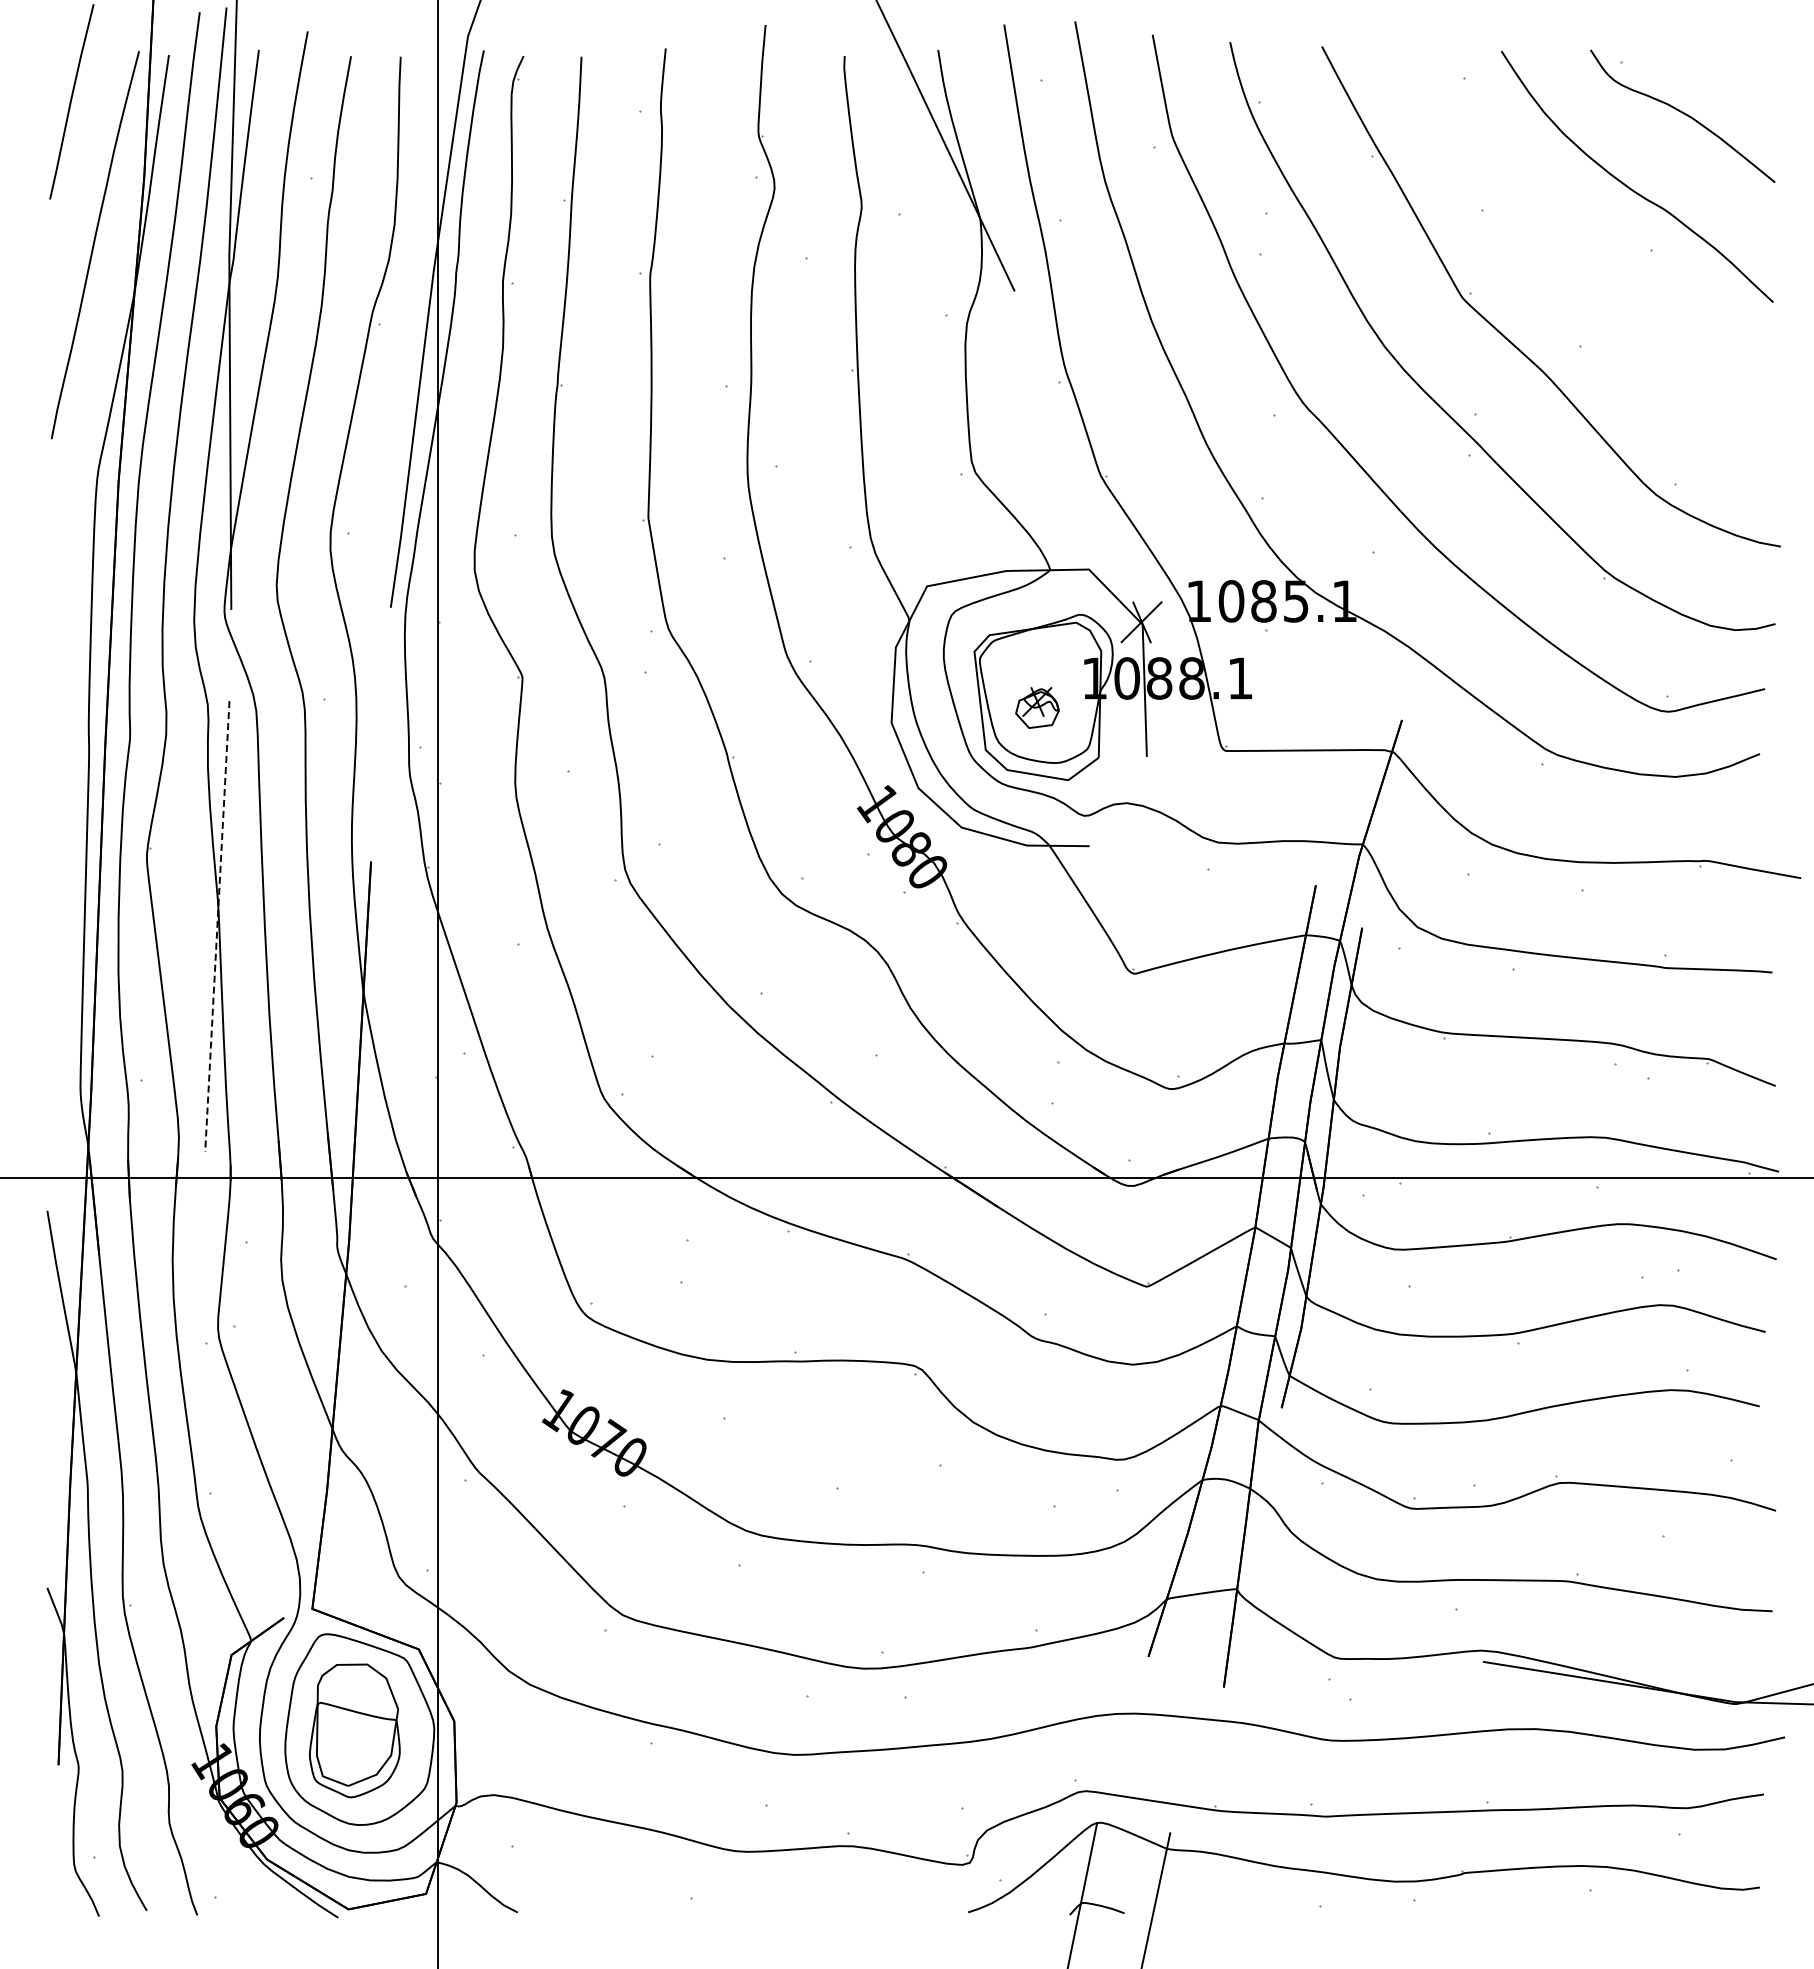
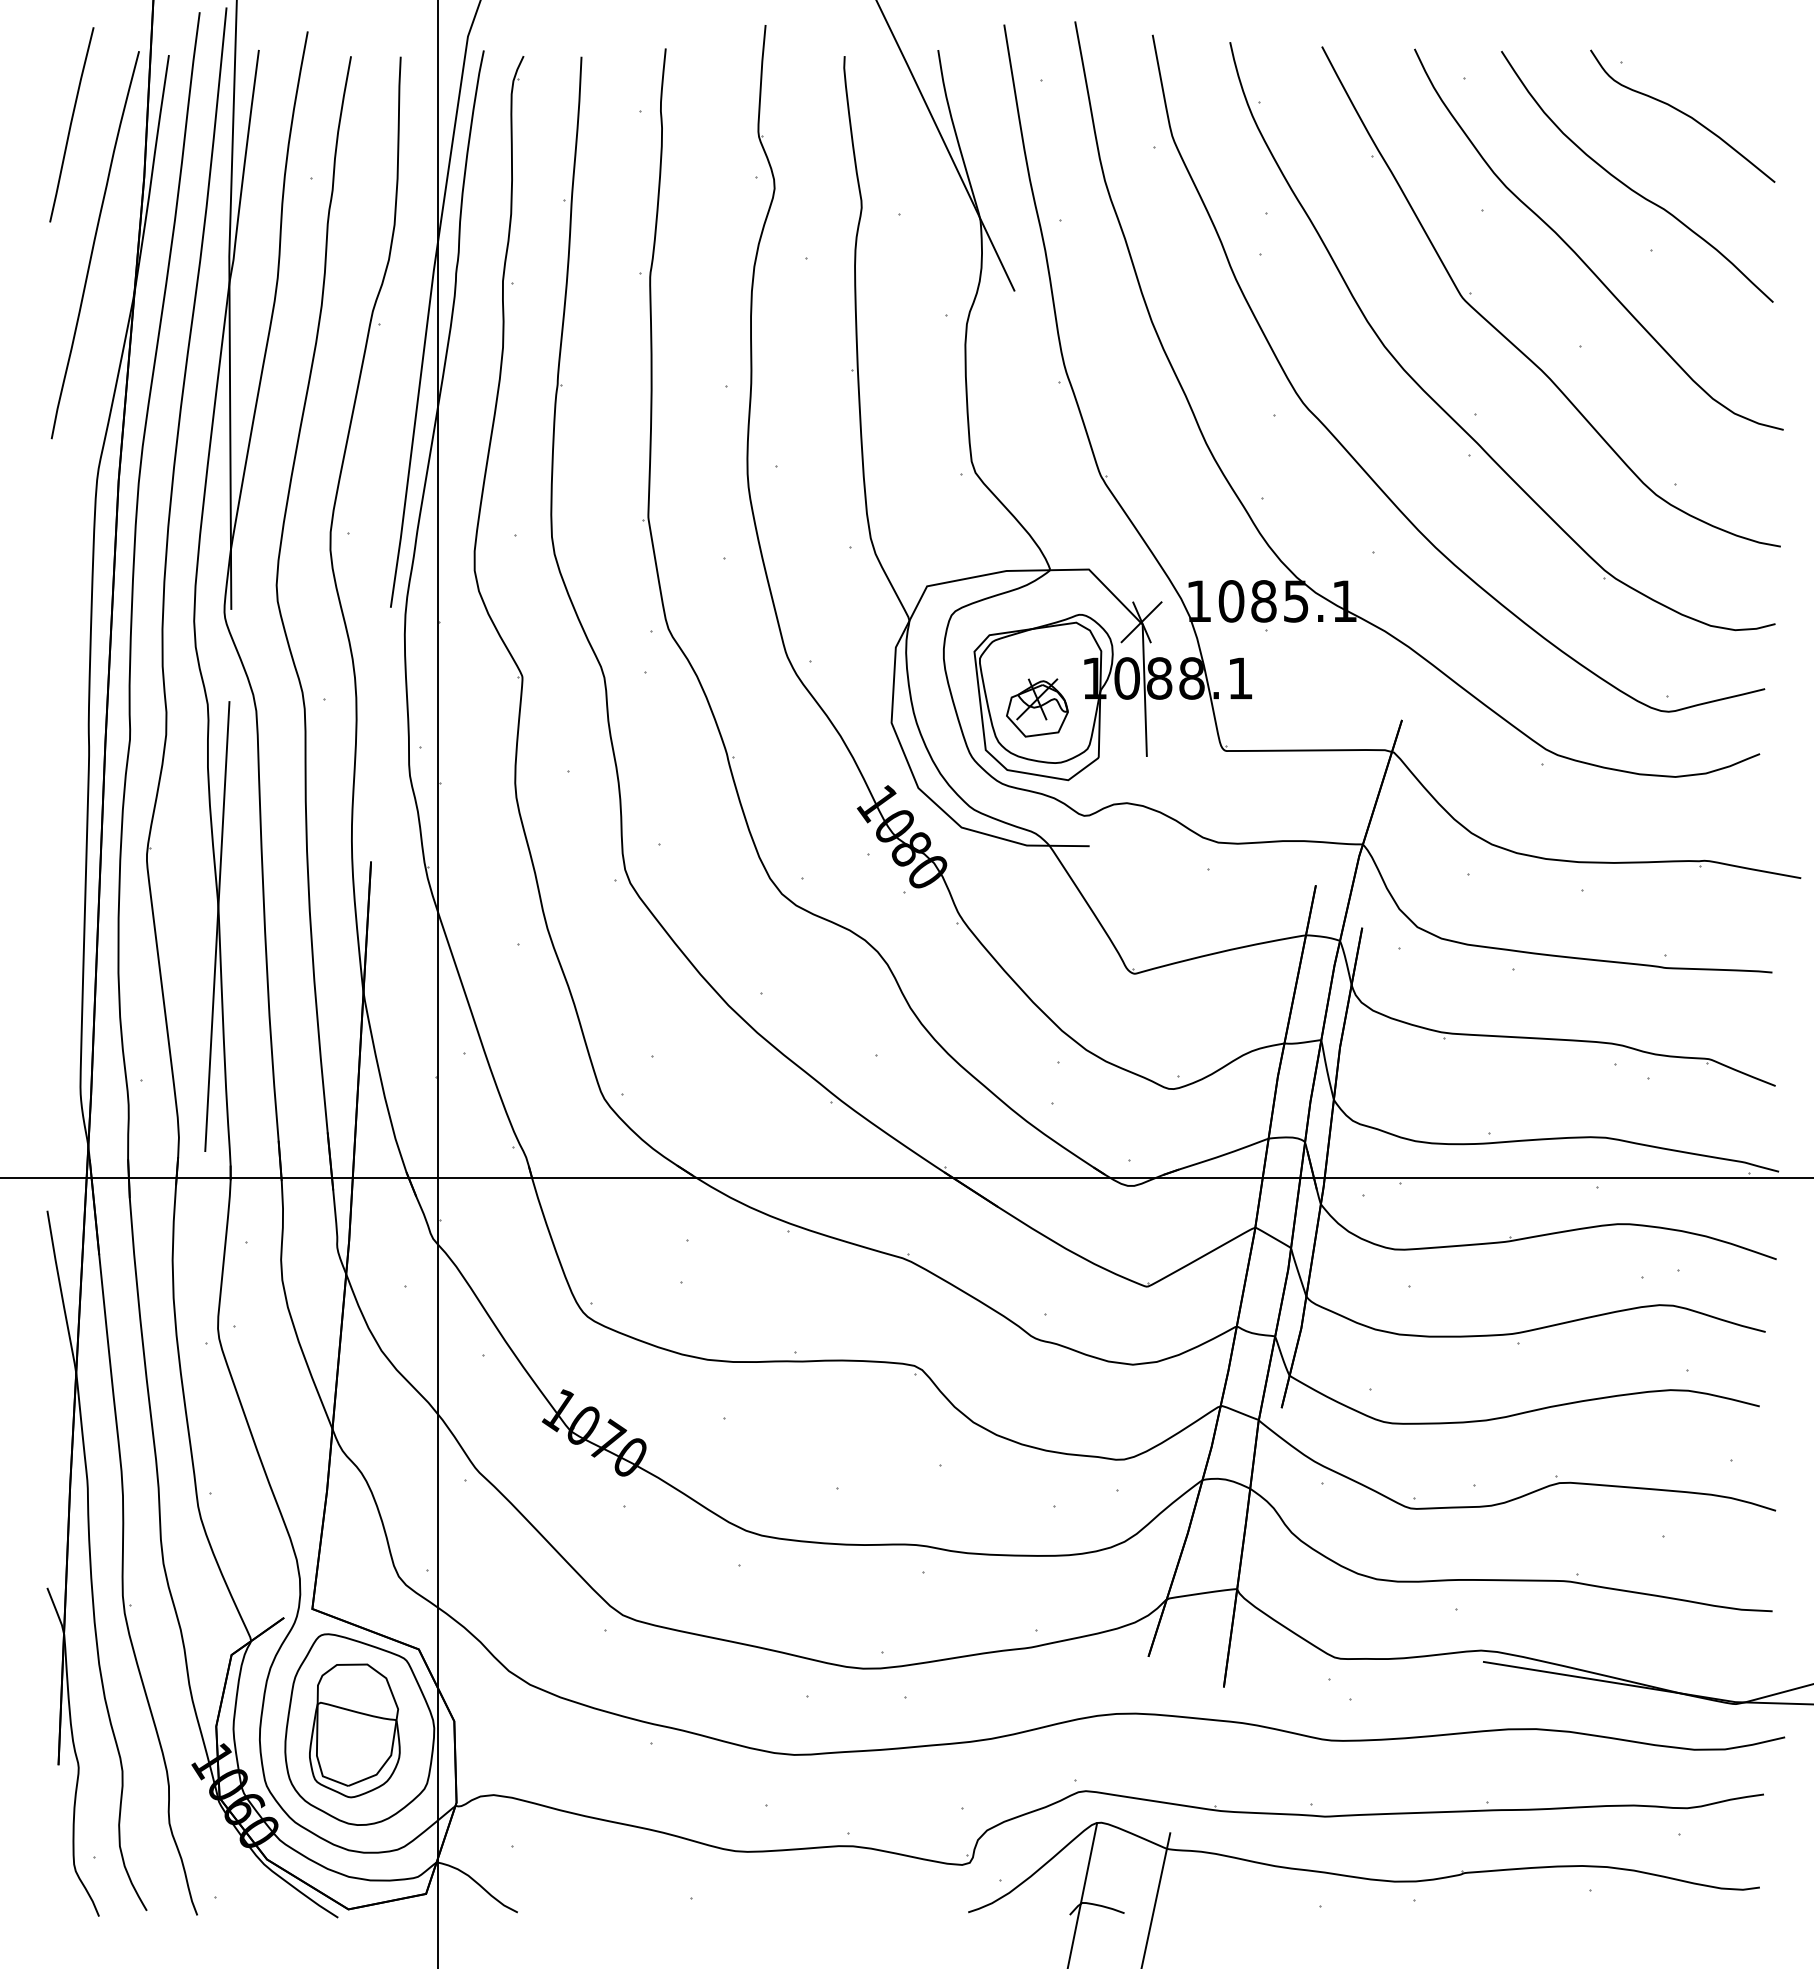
line at (71, 101) position: (71, 101) -> (71, 124)
curve at (1577, 253): none -> present
part at (1037, 707) size: 45x42 px -> 63x60 px
line at (217, 926): dashed -> solid
